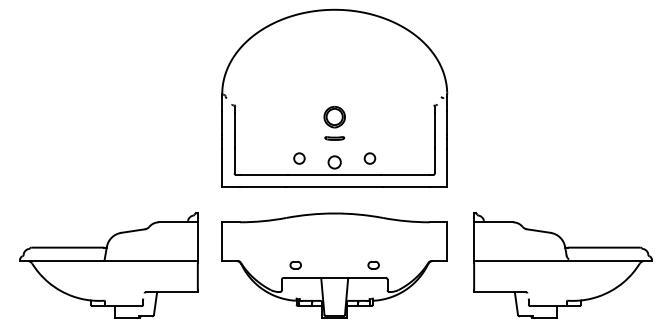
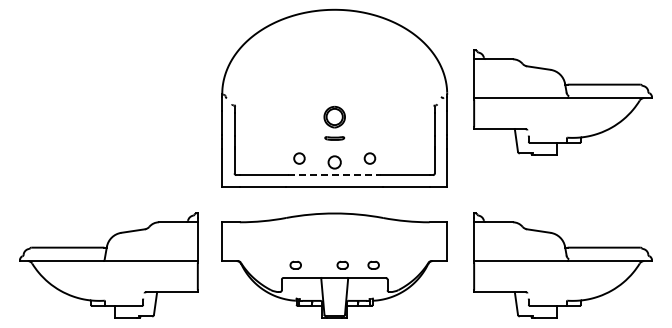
part at (562, 102): none -> present
line at (334, 175): solid -> dashed
part at (342, 264): none -> present
